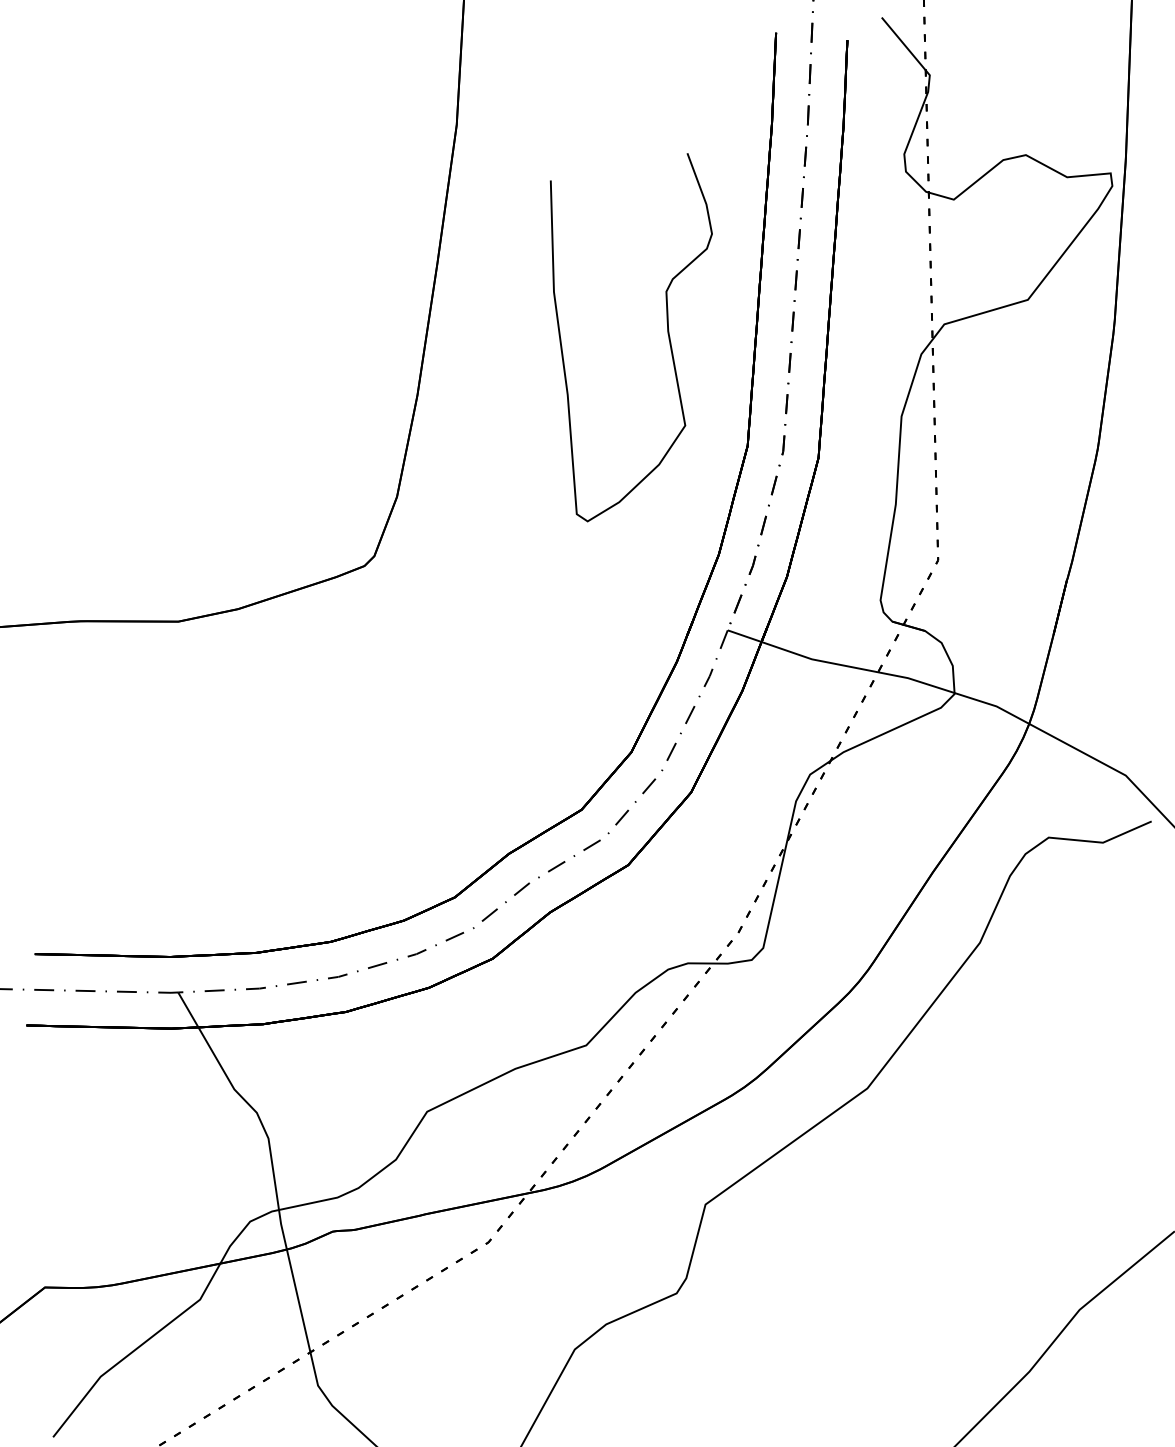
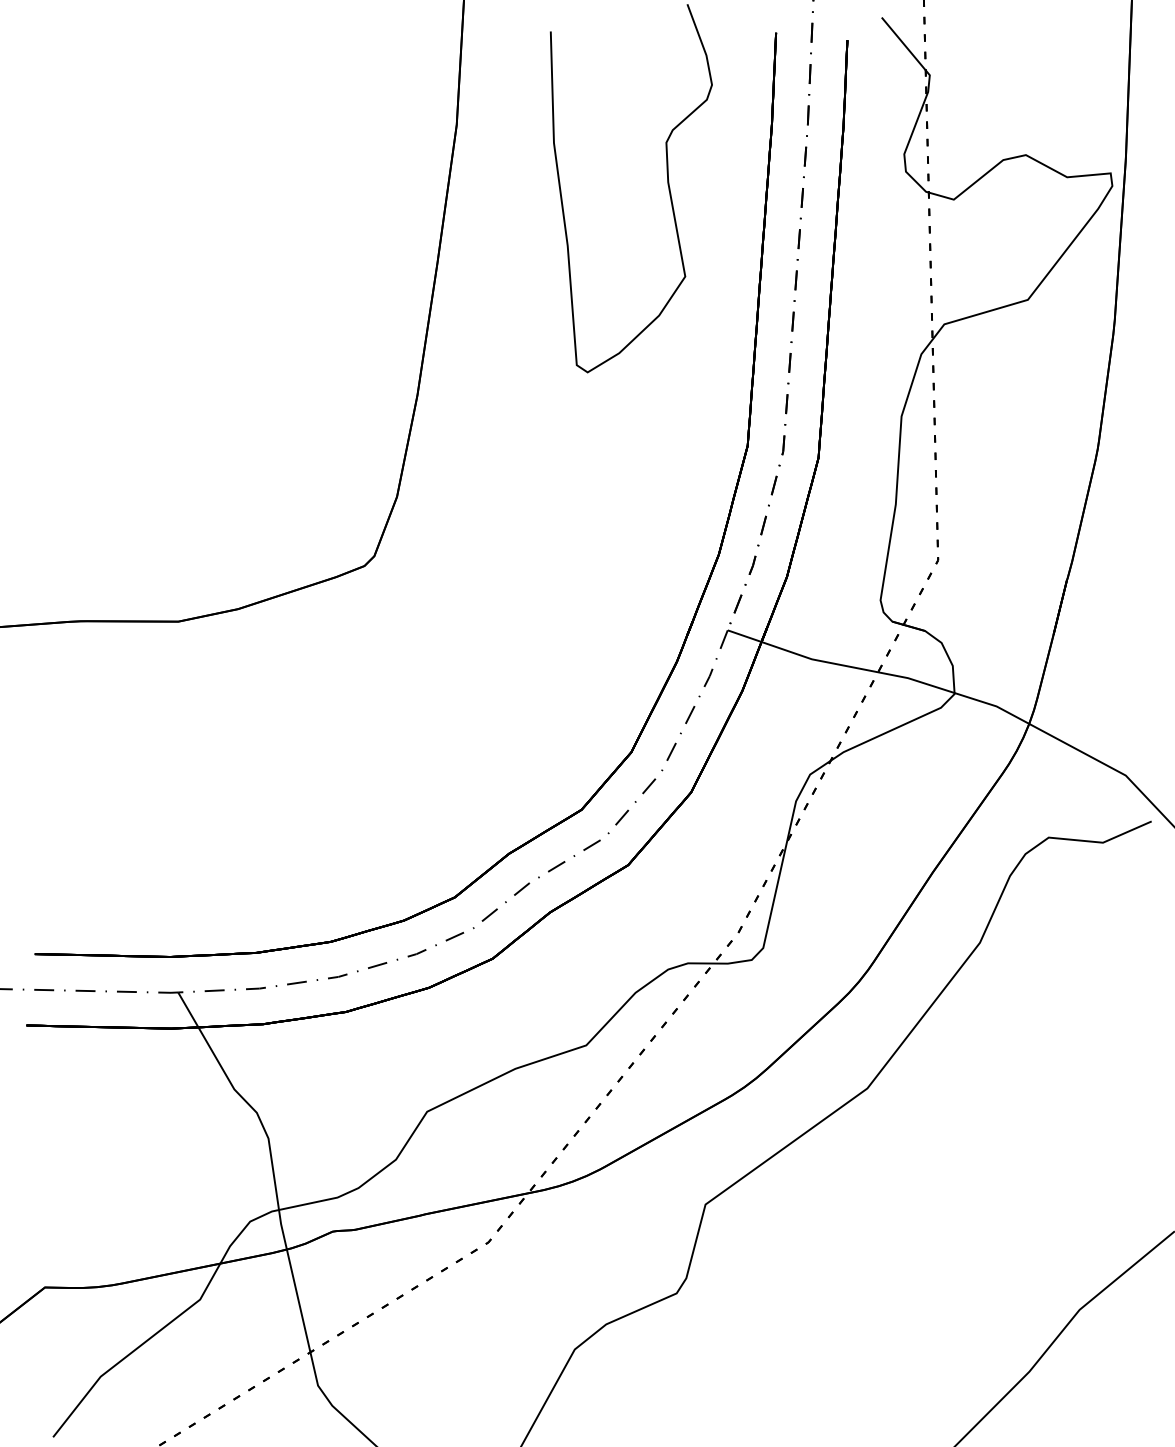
curve at (667, 334) position: (667, 334) -> (667, 185)
